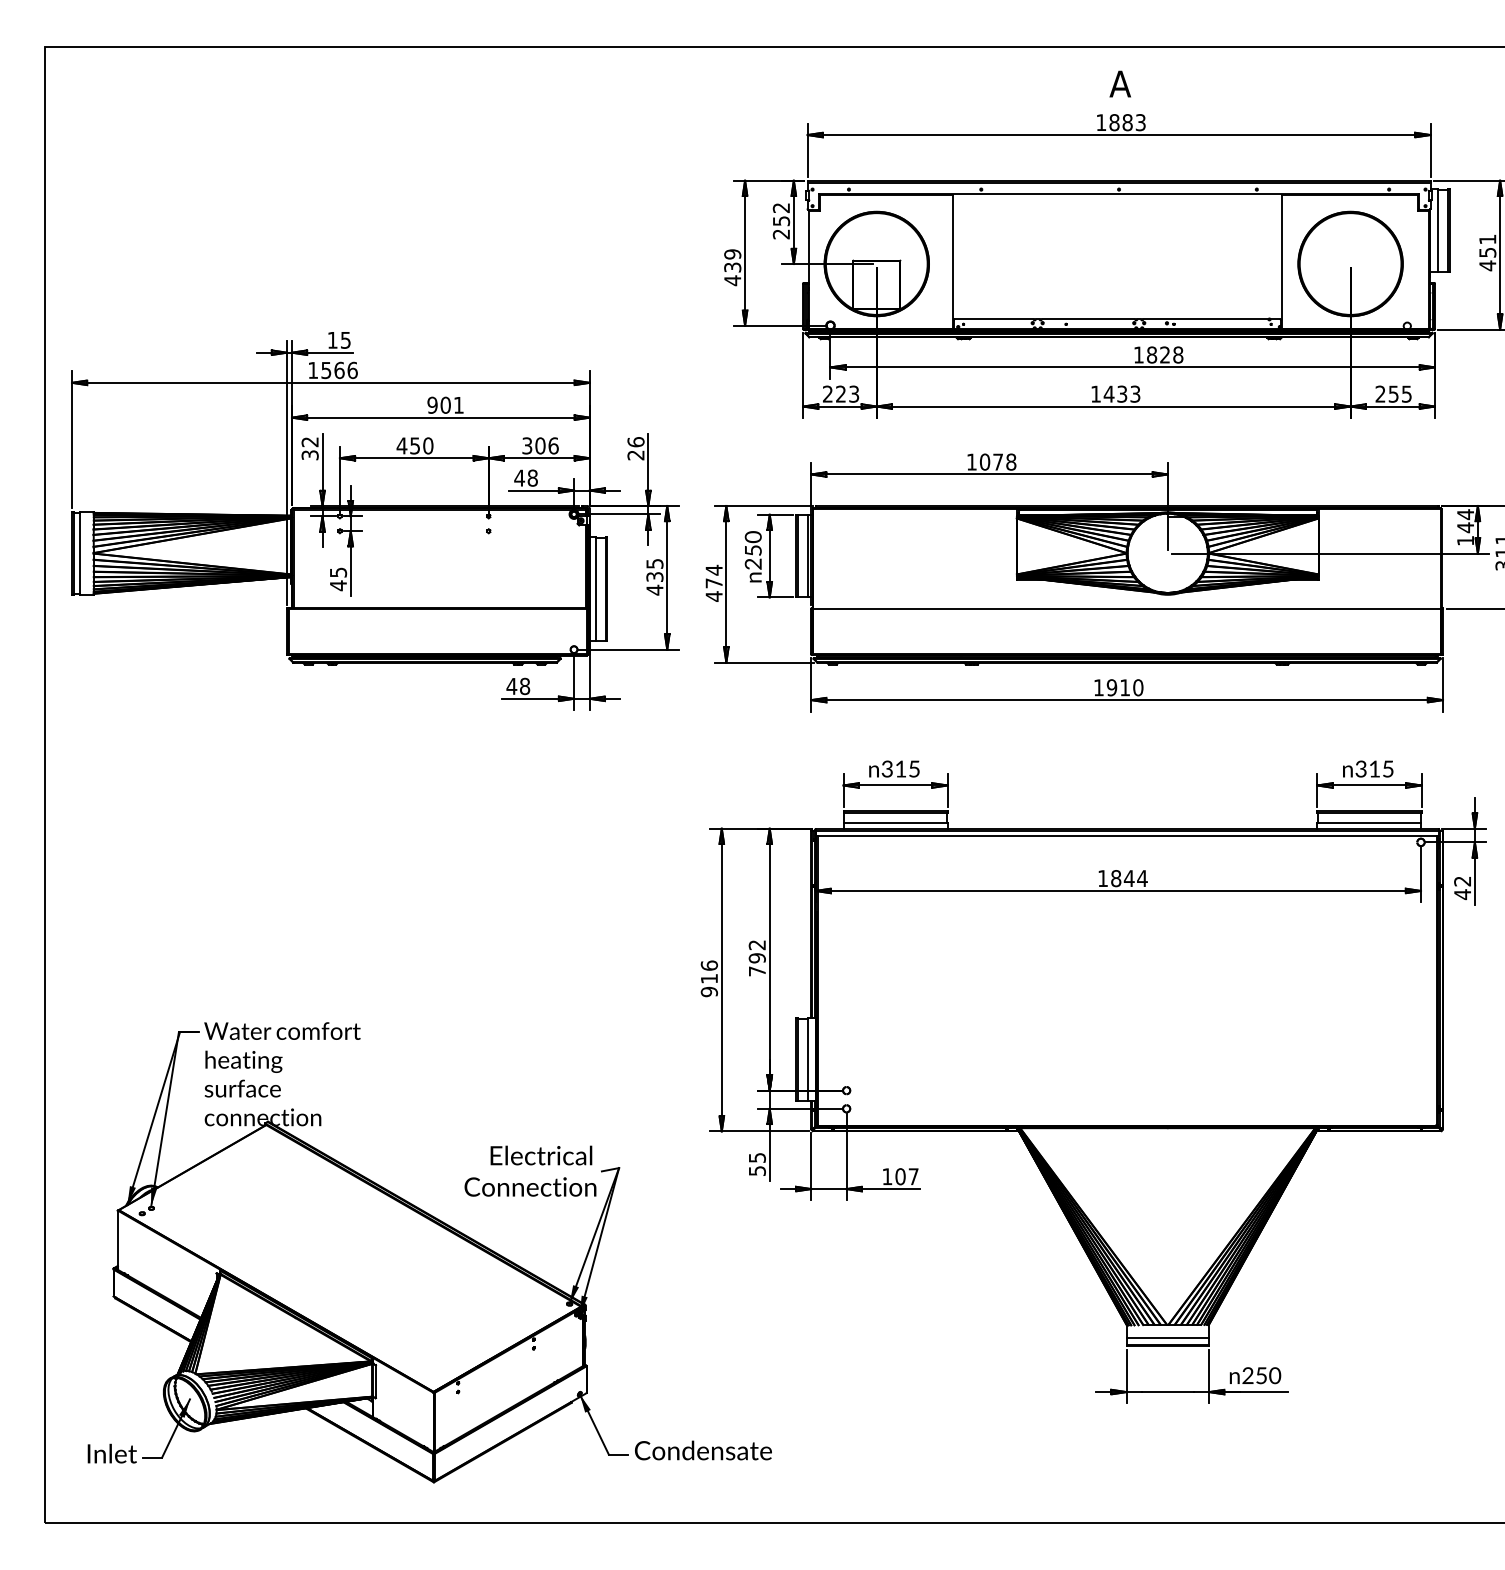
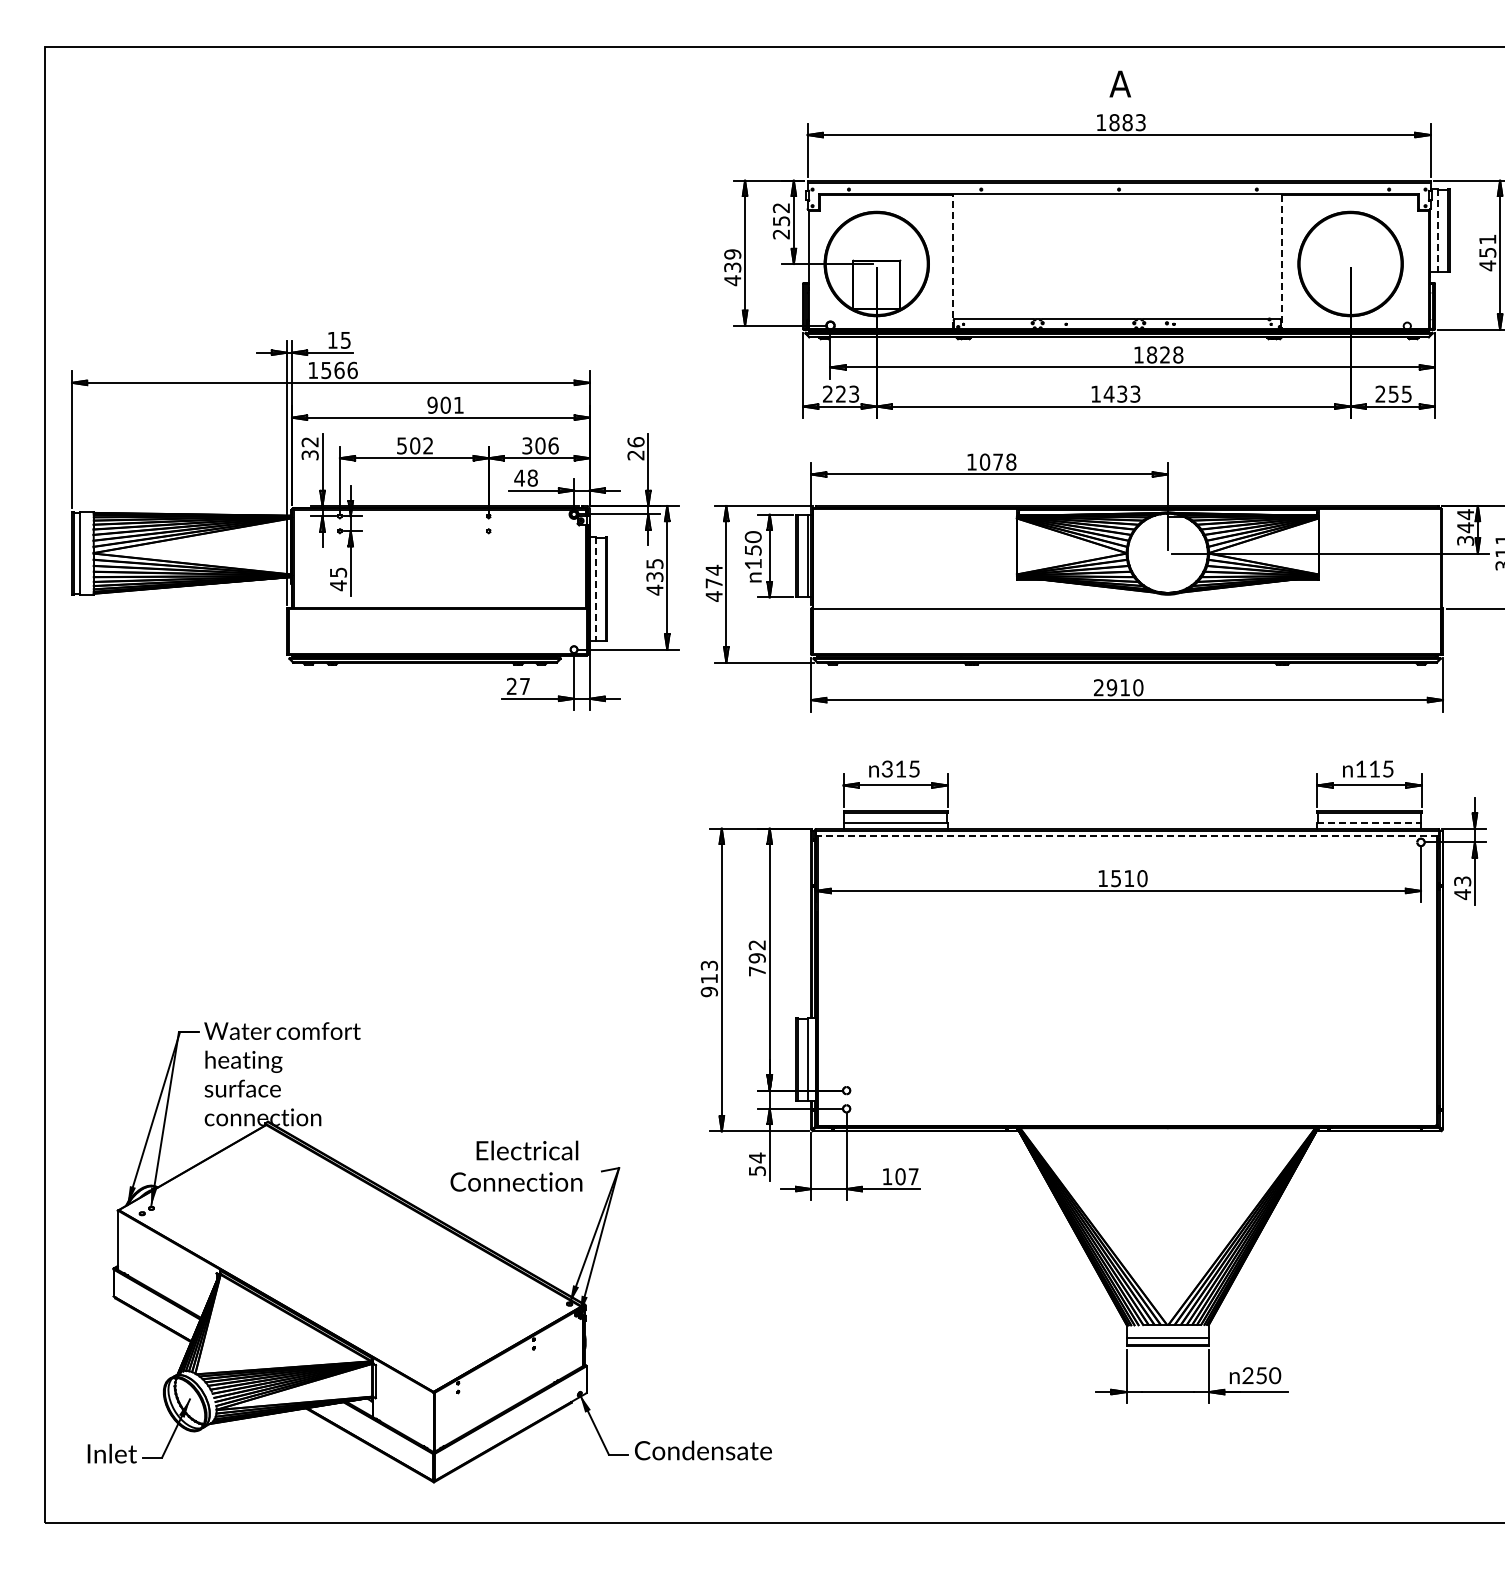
line at (1438, 231): solid -> dashed
line at (953, 261): solid -> dashed
line at (1281, 262): solid -> dashed
text at (414, 445): 450 -> 502
text at (1465, 540): 144 -> 344
text at (752, 563): 250 -> 150
line at (595, 589): solid -> dashed
text at (518, 686): 48 -> 27
text at (1098, 687): 1910 -> 2910
text at (1360, 768): 315 -> 115
line at (1369, 822): solid -> dashed
line at (1127, 836): solid -> dashed
text at (1129, 878): 1844 -> 1510
text at (1462, 881): 42 -> 43
text at (708, 965): 916 -> 913
text at (757, 1157): 55 -> 54
text at (530, 1170) position: (530, 1170) -> (516, 1165)
